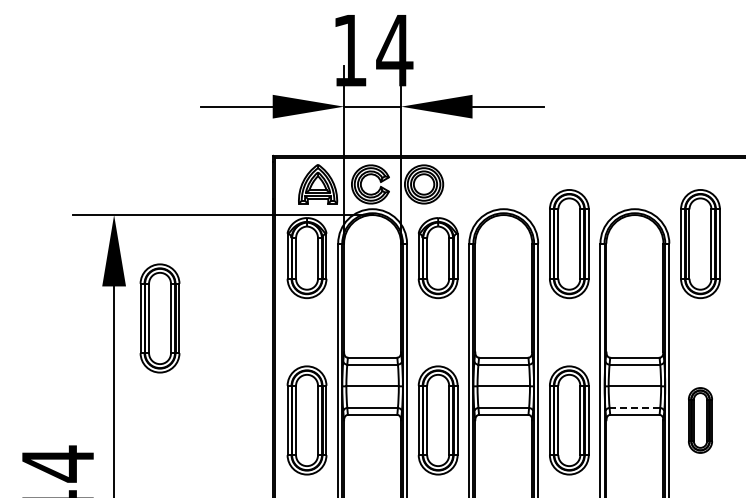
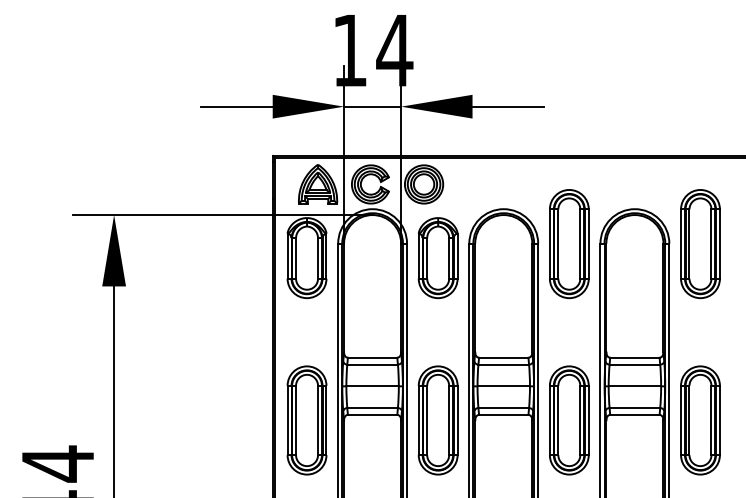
part at (159, 318): present -> none
line at (634, 408): dashed -> solid
part at (700, 420) size: 25x67 px -> 41x111 px
